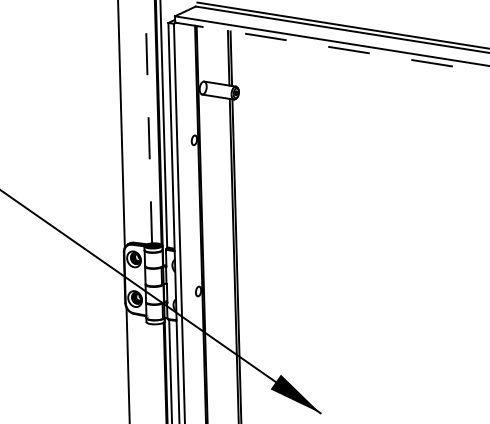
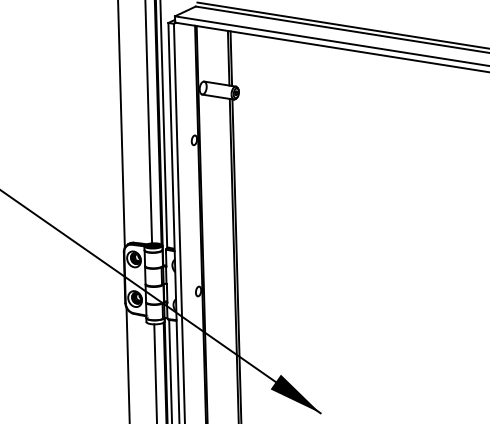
line at (332, 47): dashed -> solid
line at (148, 121): dashed -> solid
line at (155, 372): none -> present
